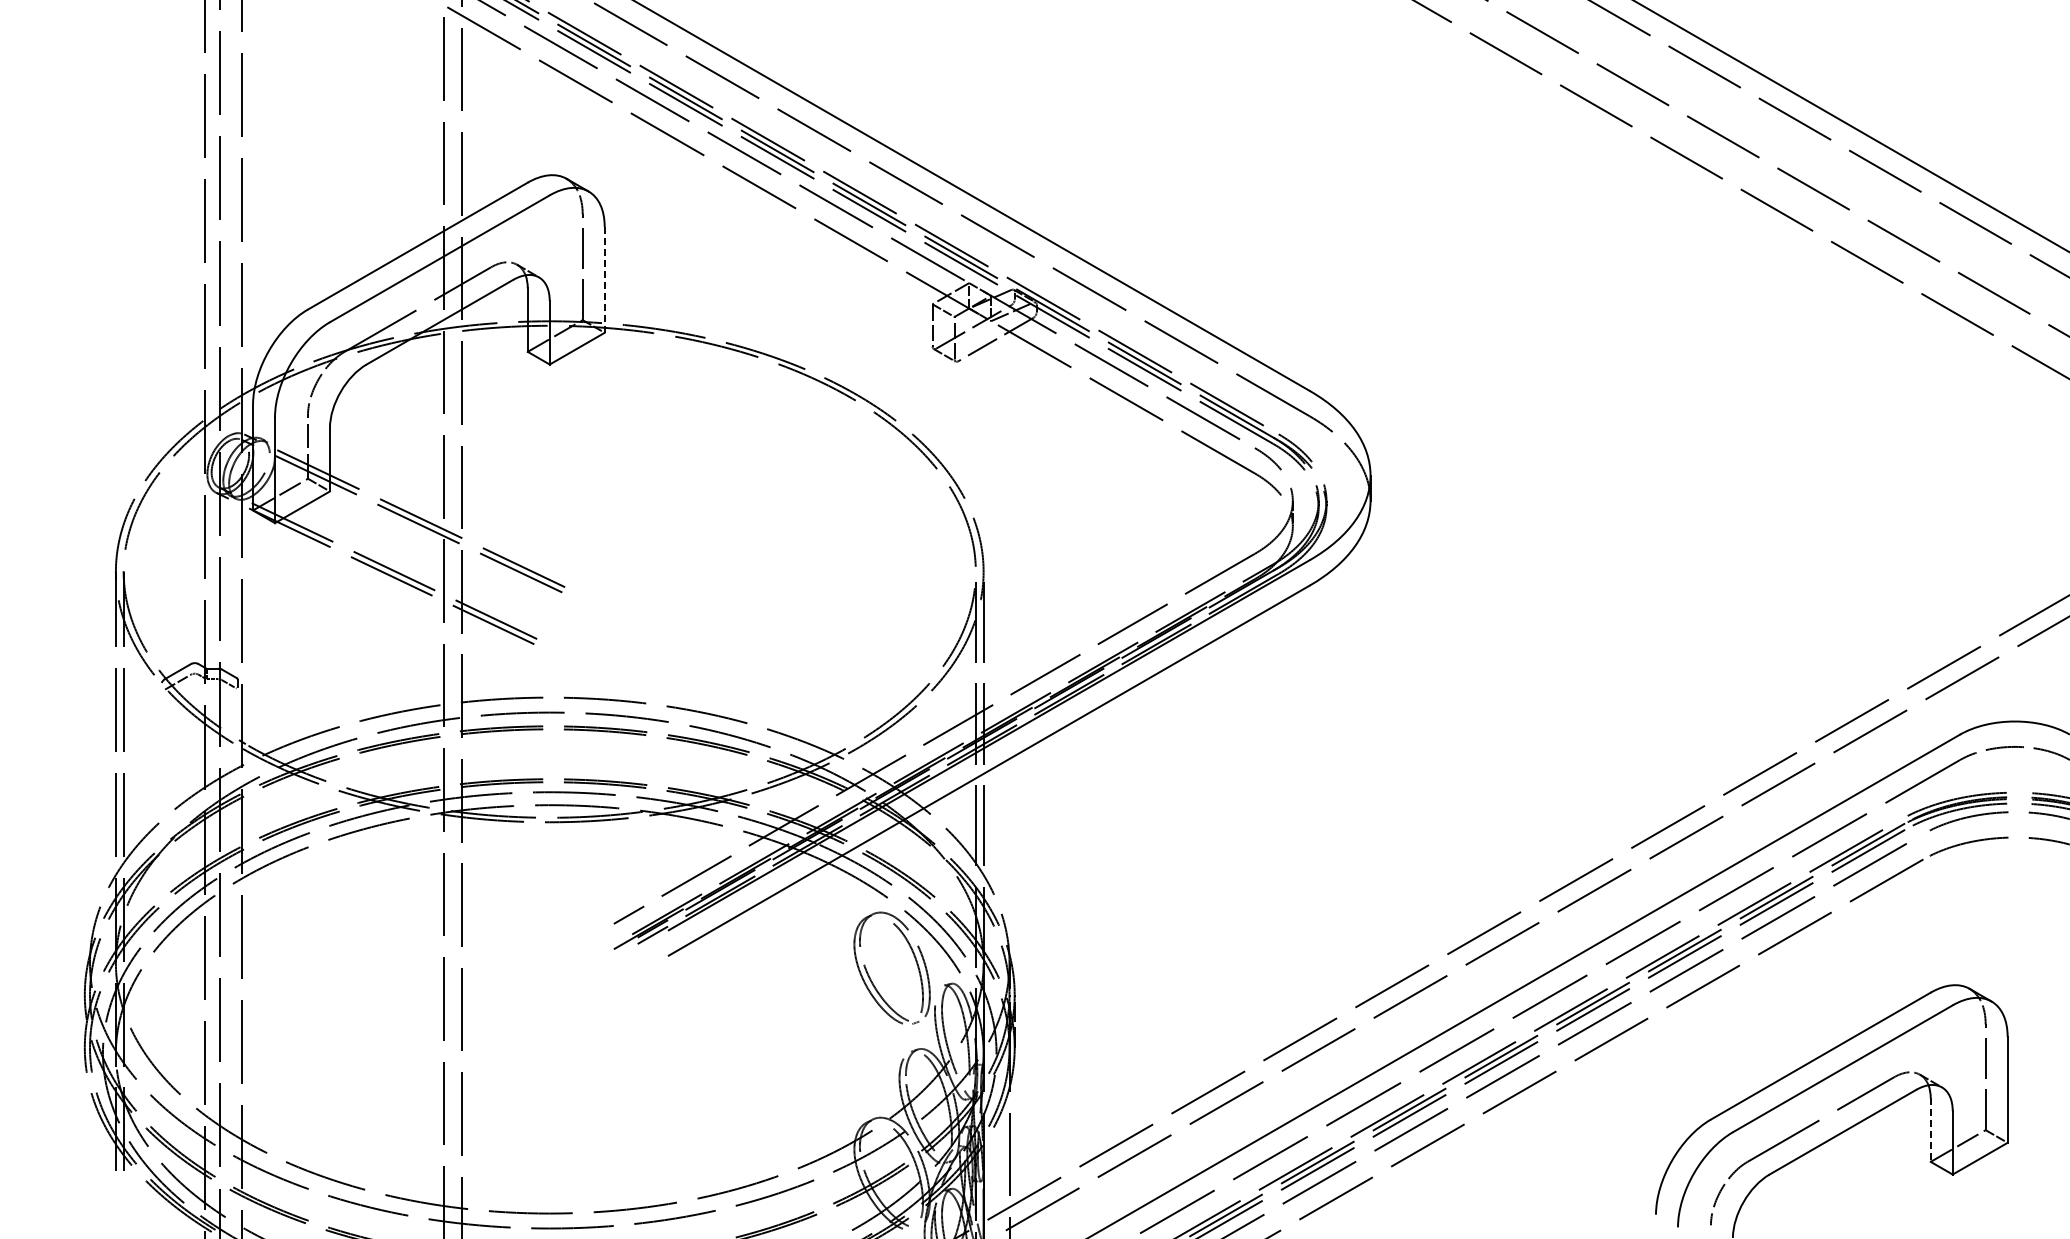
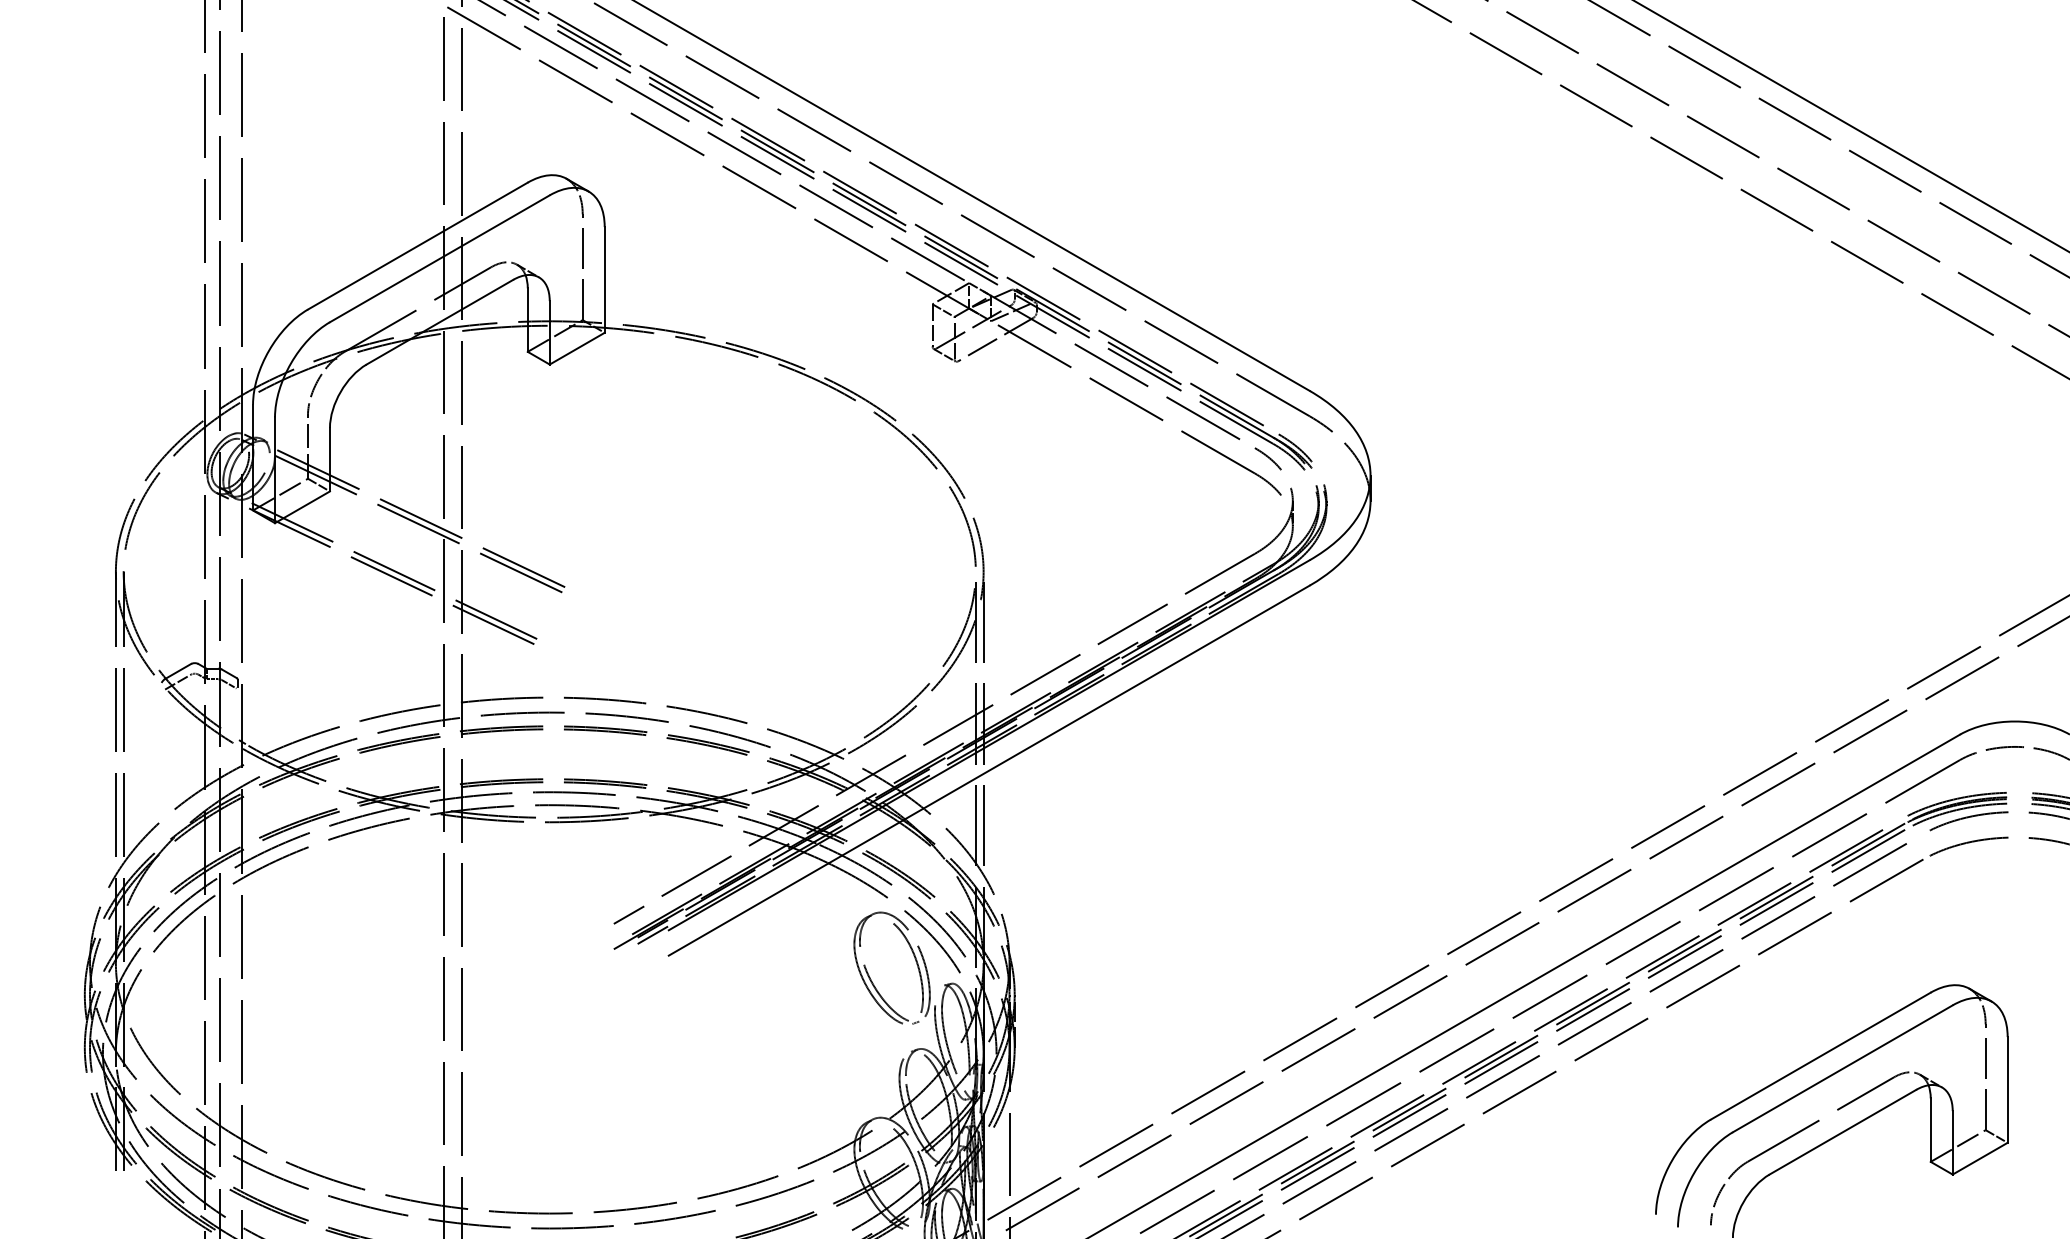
line at (604, 279): dashed -> solid
line at (1930, 1130): dashed -> solid
